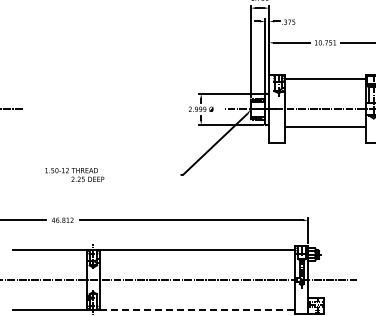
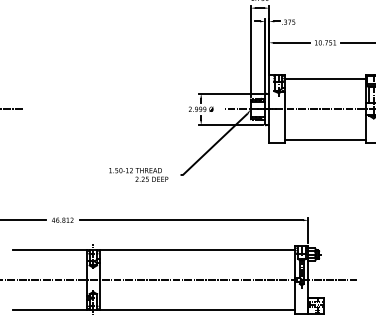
line at (324, 126) position: (324, 126) -> (324, 139)
text at (74, 174) position: (74, 174) -> (138, 174)
line at (197, 309): dashed -> solid
